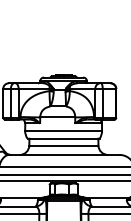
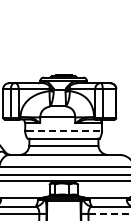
line at (65, 130): solid -> dashed
line at (109, 213): solid -> dashed
